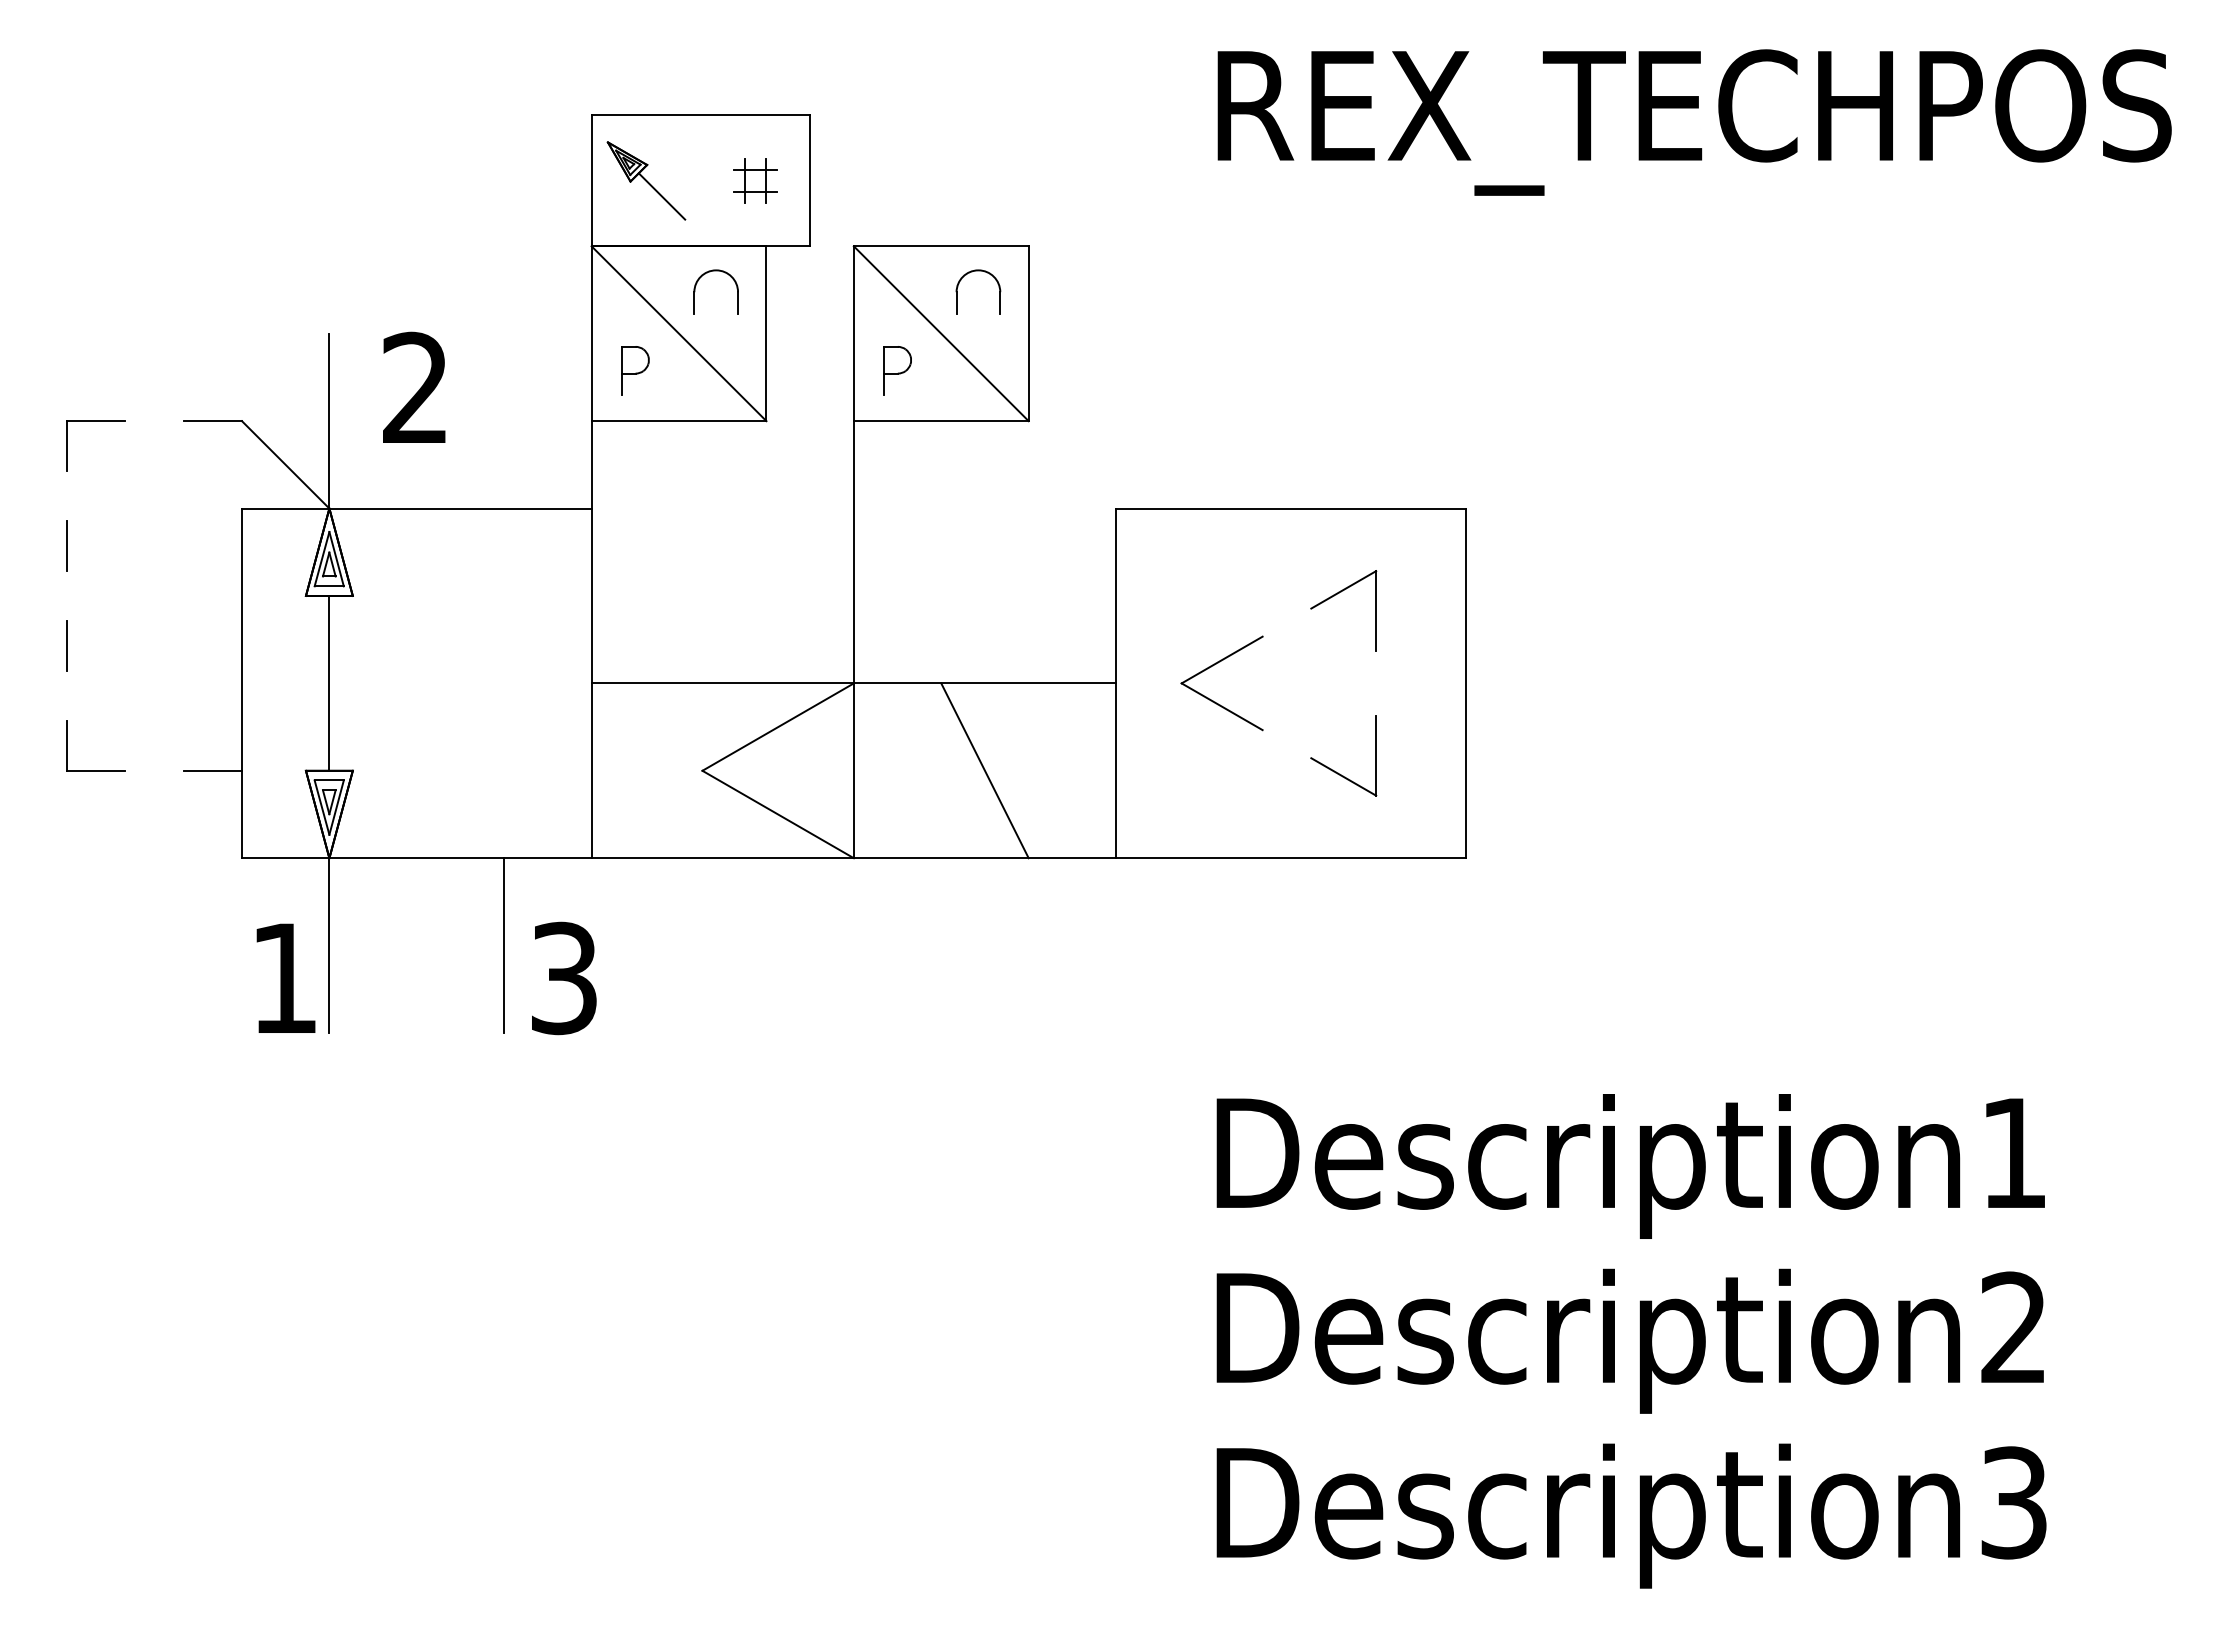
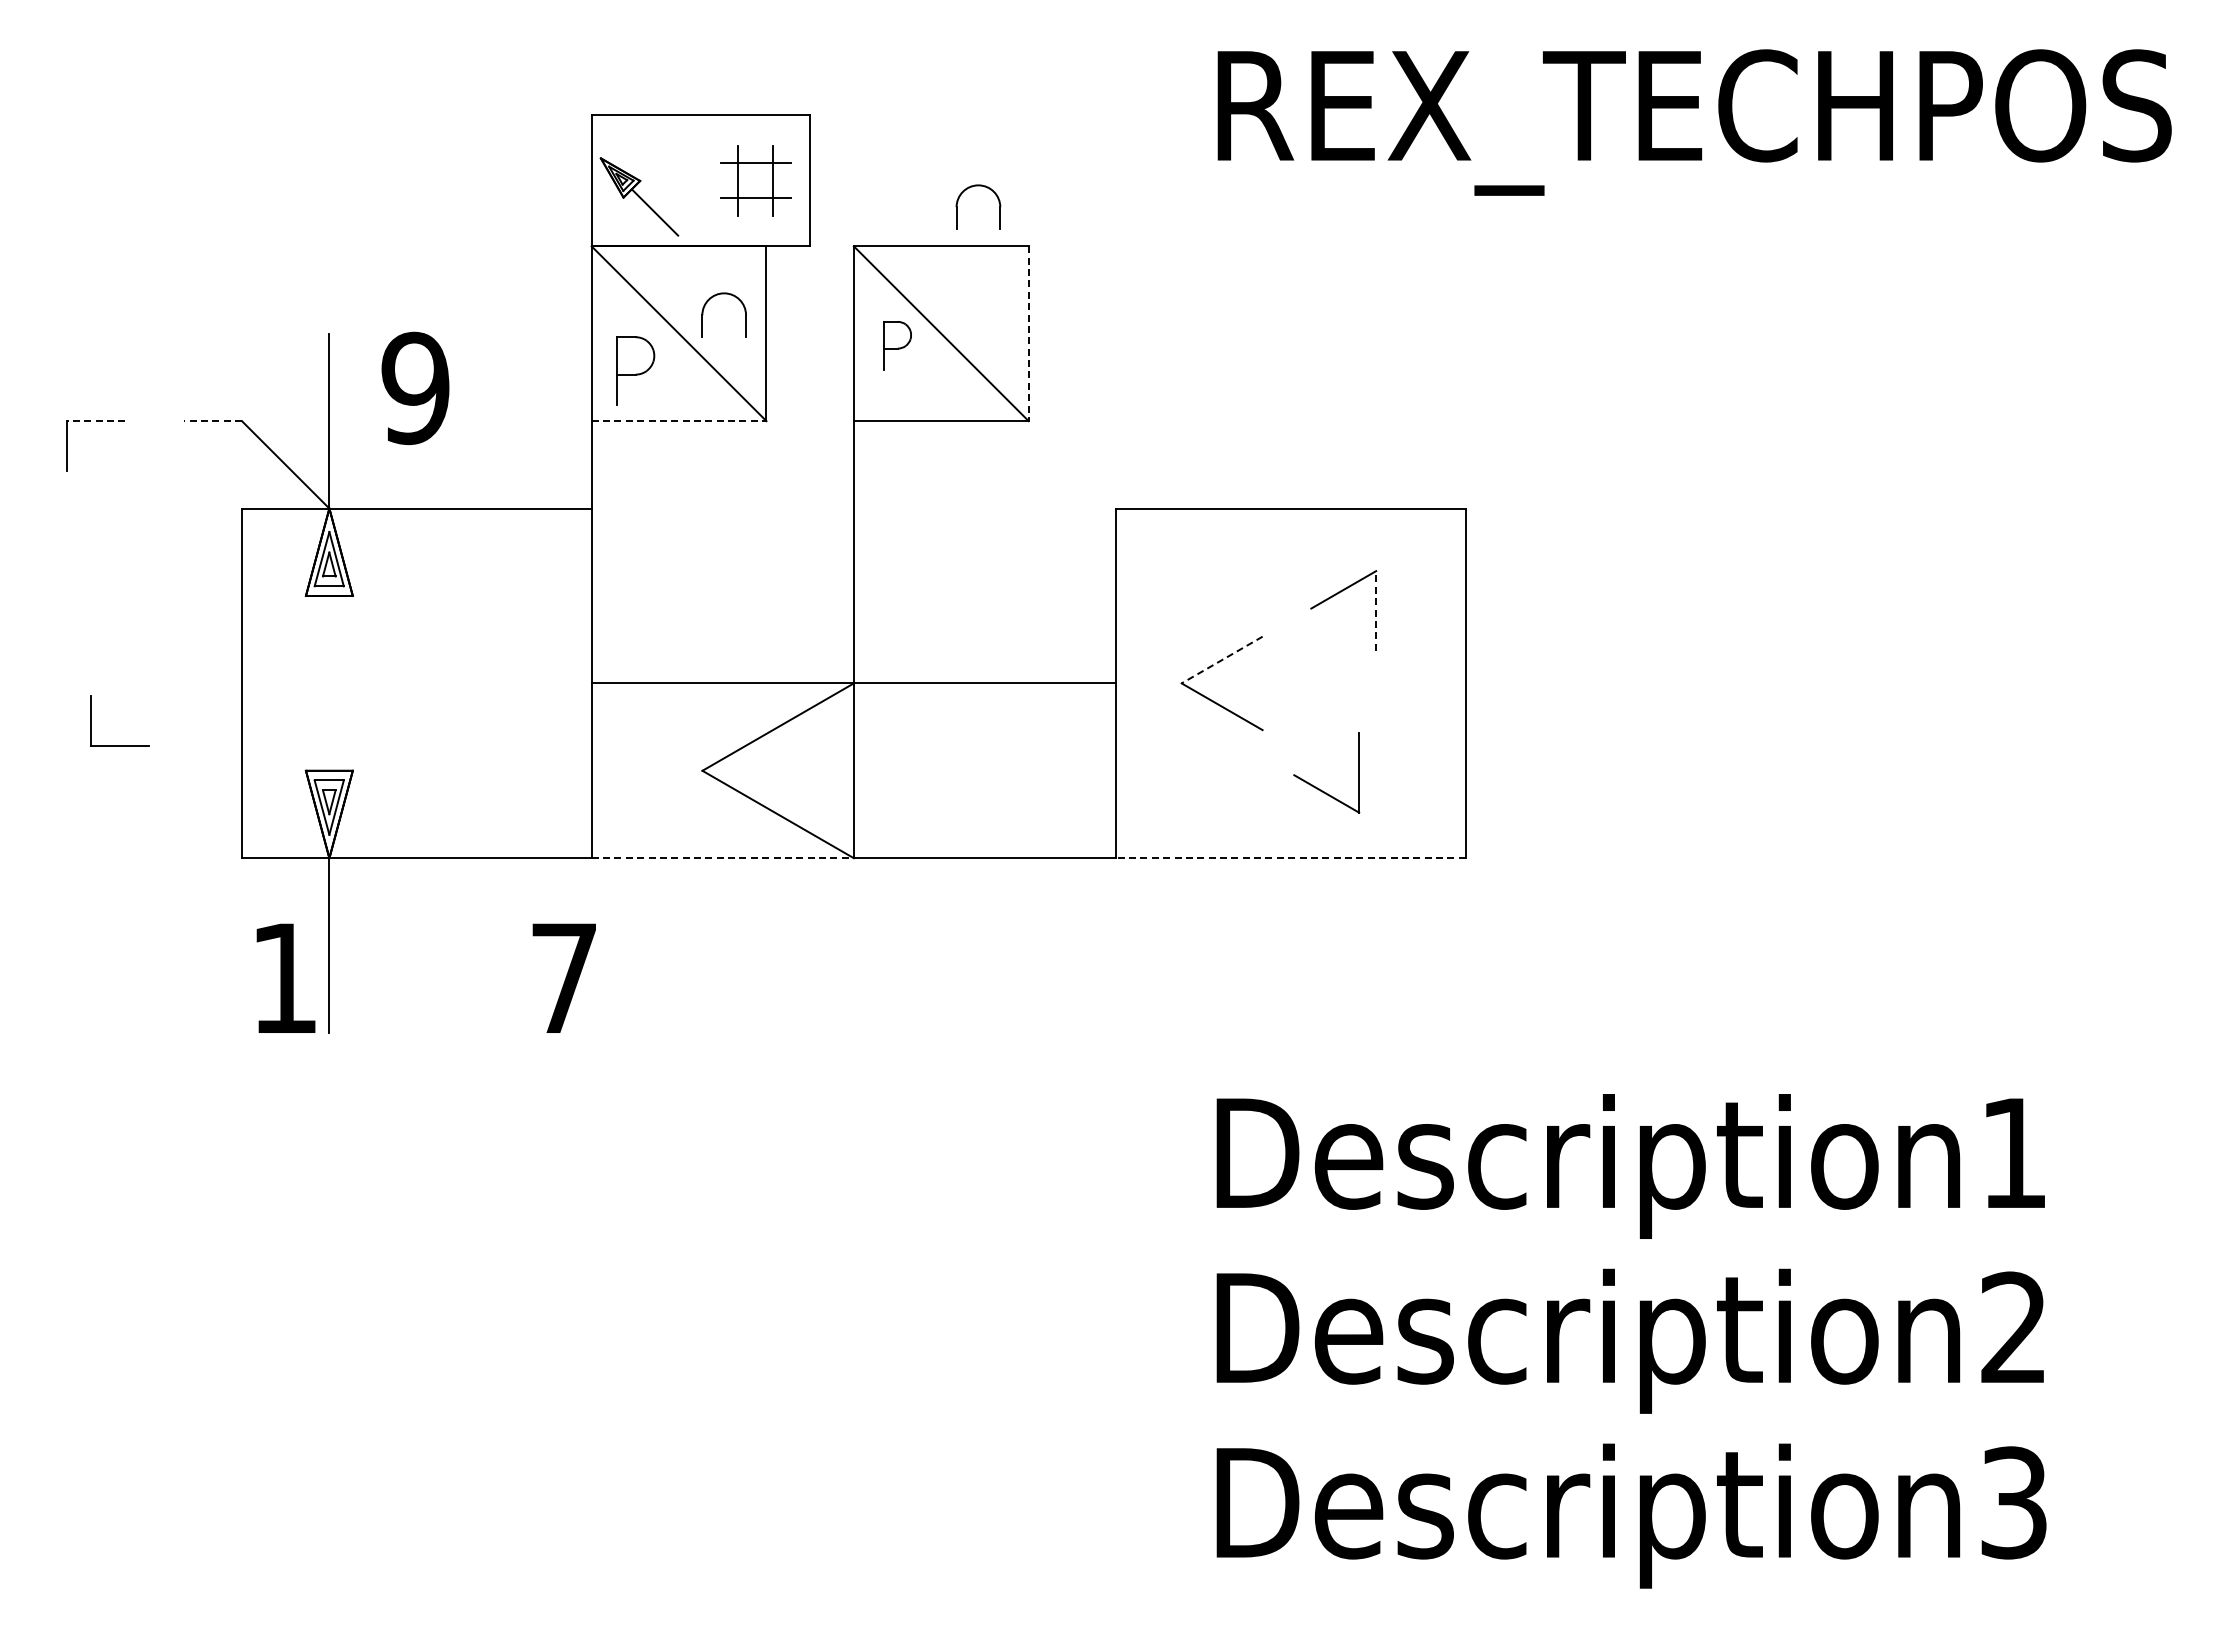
part at (646, 180) position: (646, 180) -> (639, 196)
part at (755, 180) size: 45x46 px -> 72x72 px
part at (710, 272) position: (710, 272) -> (718, 295)
part at (972, 272) position: (972, 272) -> (972, 187)
line at (1028, 334): solid -> dashed
part at (635, 370) size: 29x50 px -> 40x70 px
part at (897, 370) position: (897, 370) -> (897, 345)
text at (415, 388): 2 -> 9
line at (95, 421): solid -> dashed
line at (212, 421): solid -> dashed
line at (679, 421): solid -> dashed
line at (67, 546): present -> none
line at (1376, 610): solid -> dashed
line at (67, 645): present -> none
line at (1222, 660): solid -> dashed
line at (329, 682): present -> none
part at (95, 770) position: (95, 770) -> (119, 745)
line at (212, 770): present -> none
line at (984, 770): present -> none
part at (1336, 771) position: (1336, 771) -> (1319, 788)
line at (723, 858): solid -> dashed
line at (1290, 858): solid -> dashed
line at (504, 945): present -> none
text at (564, 978): 3 -> 7
